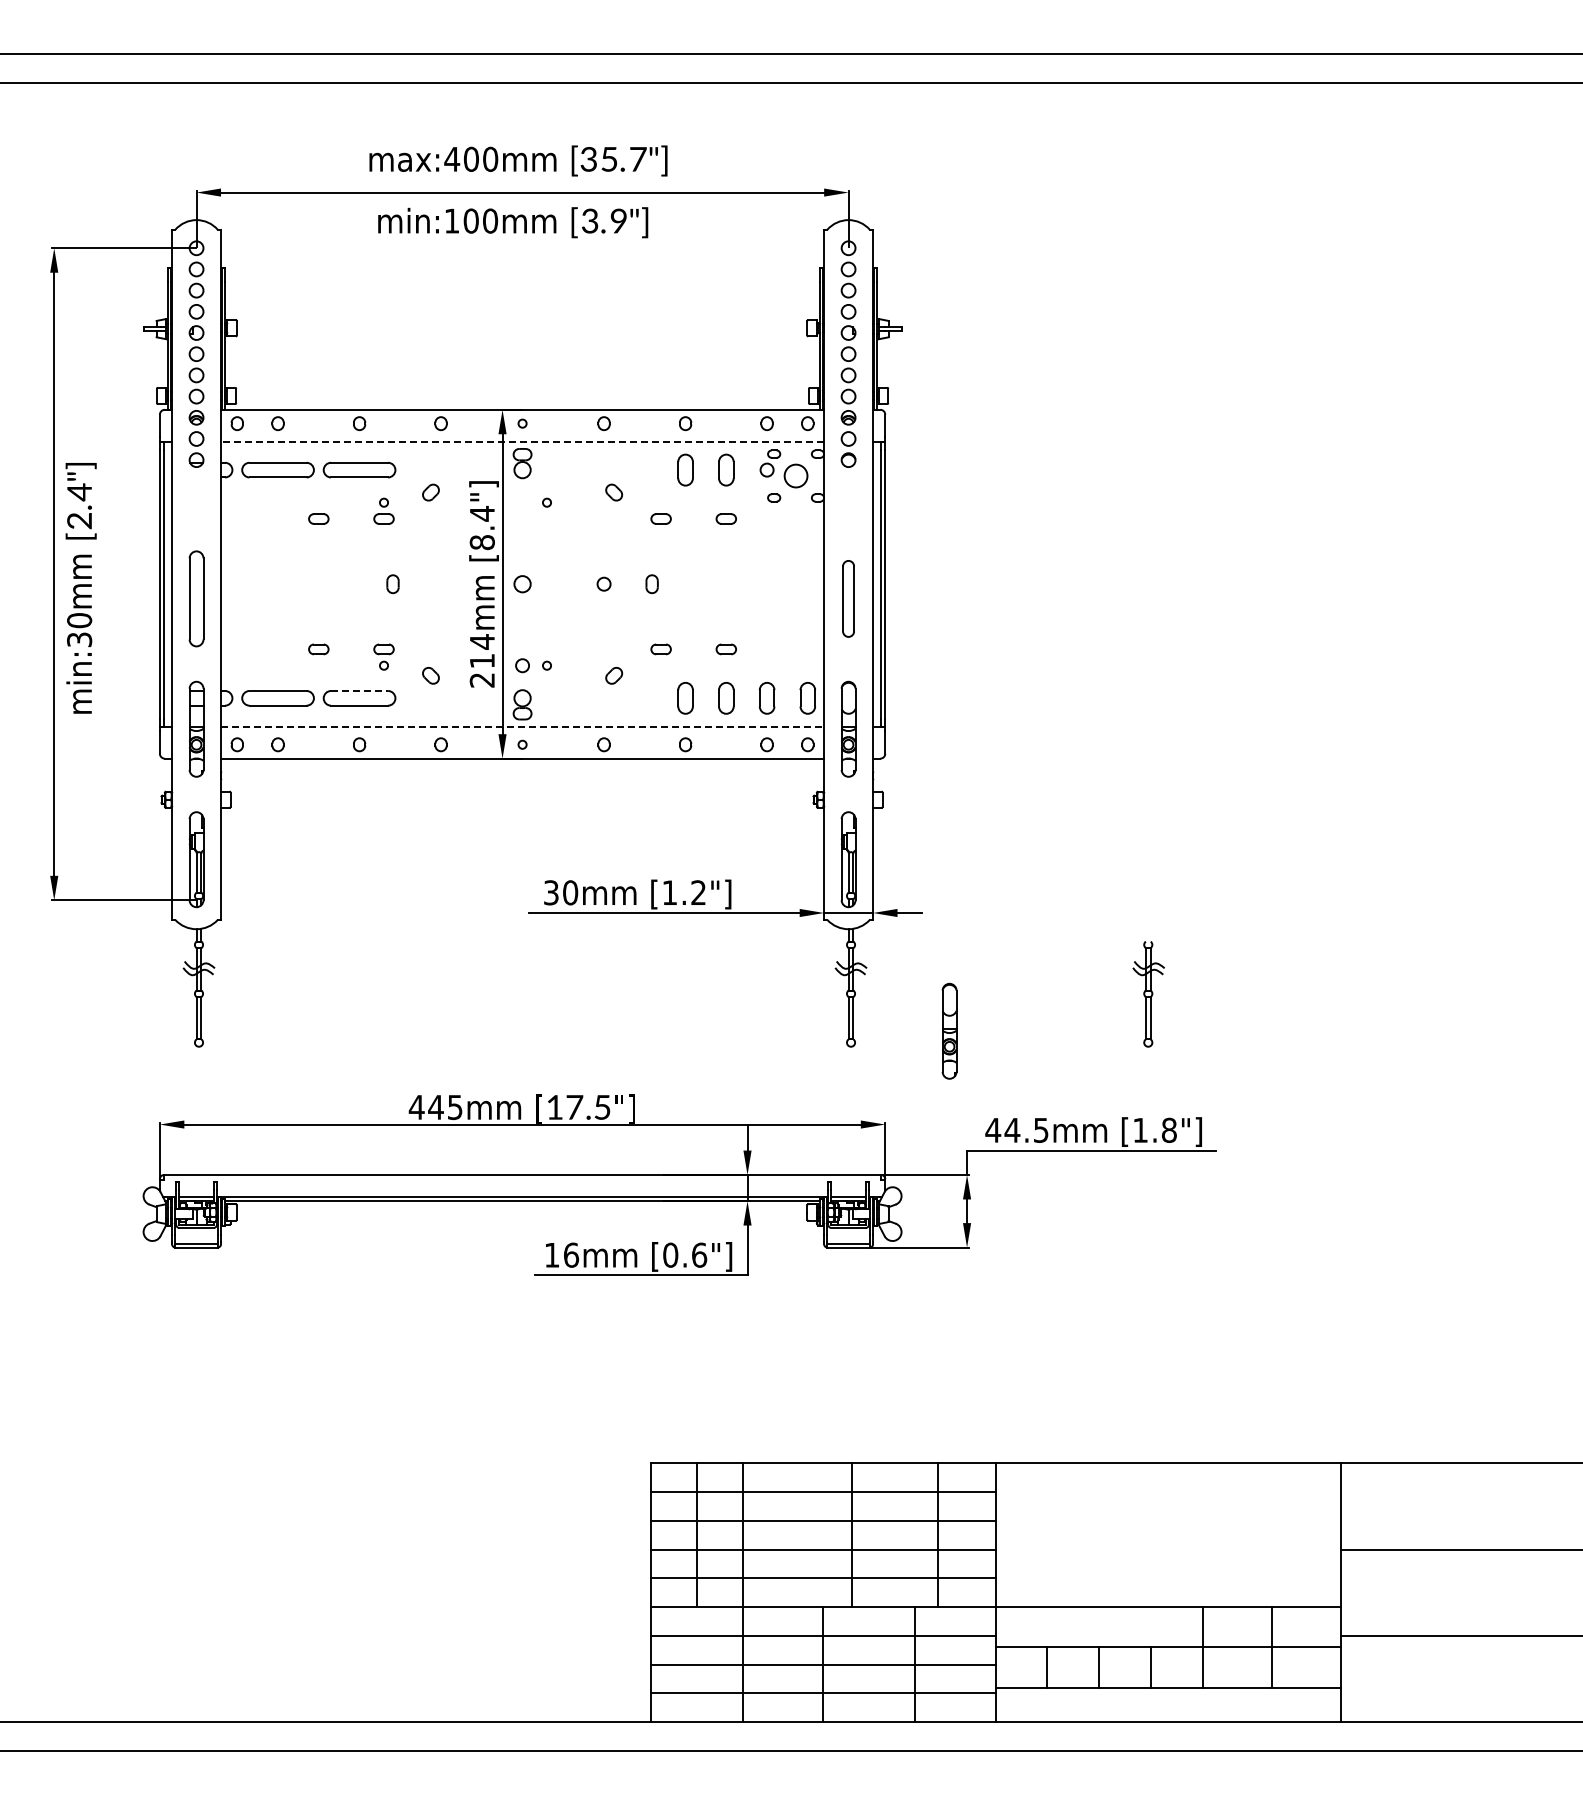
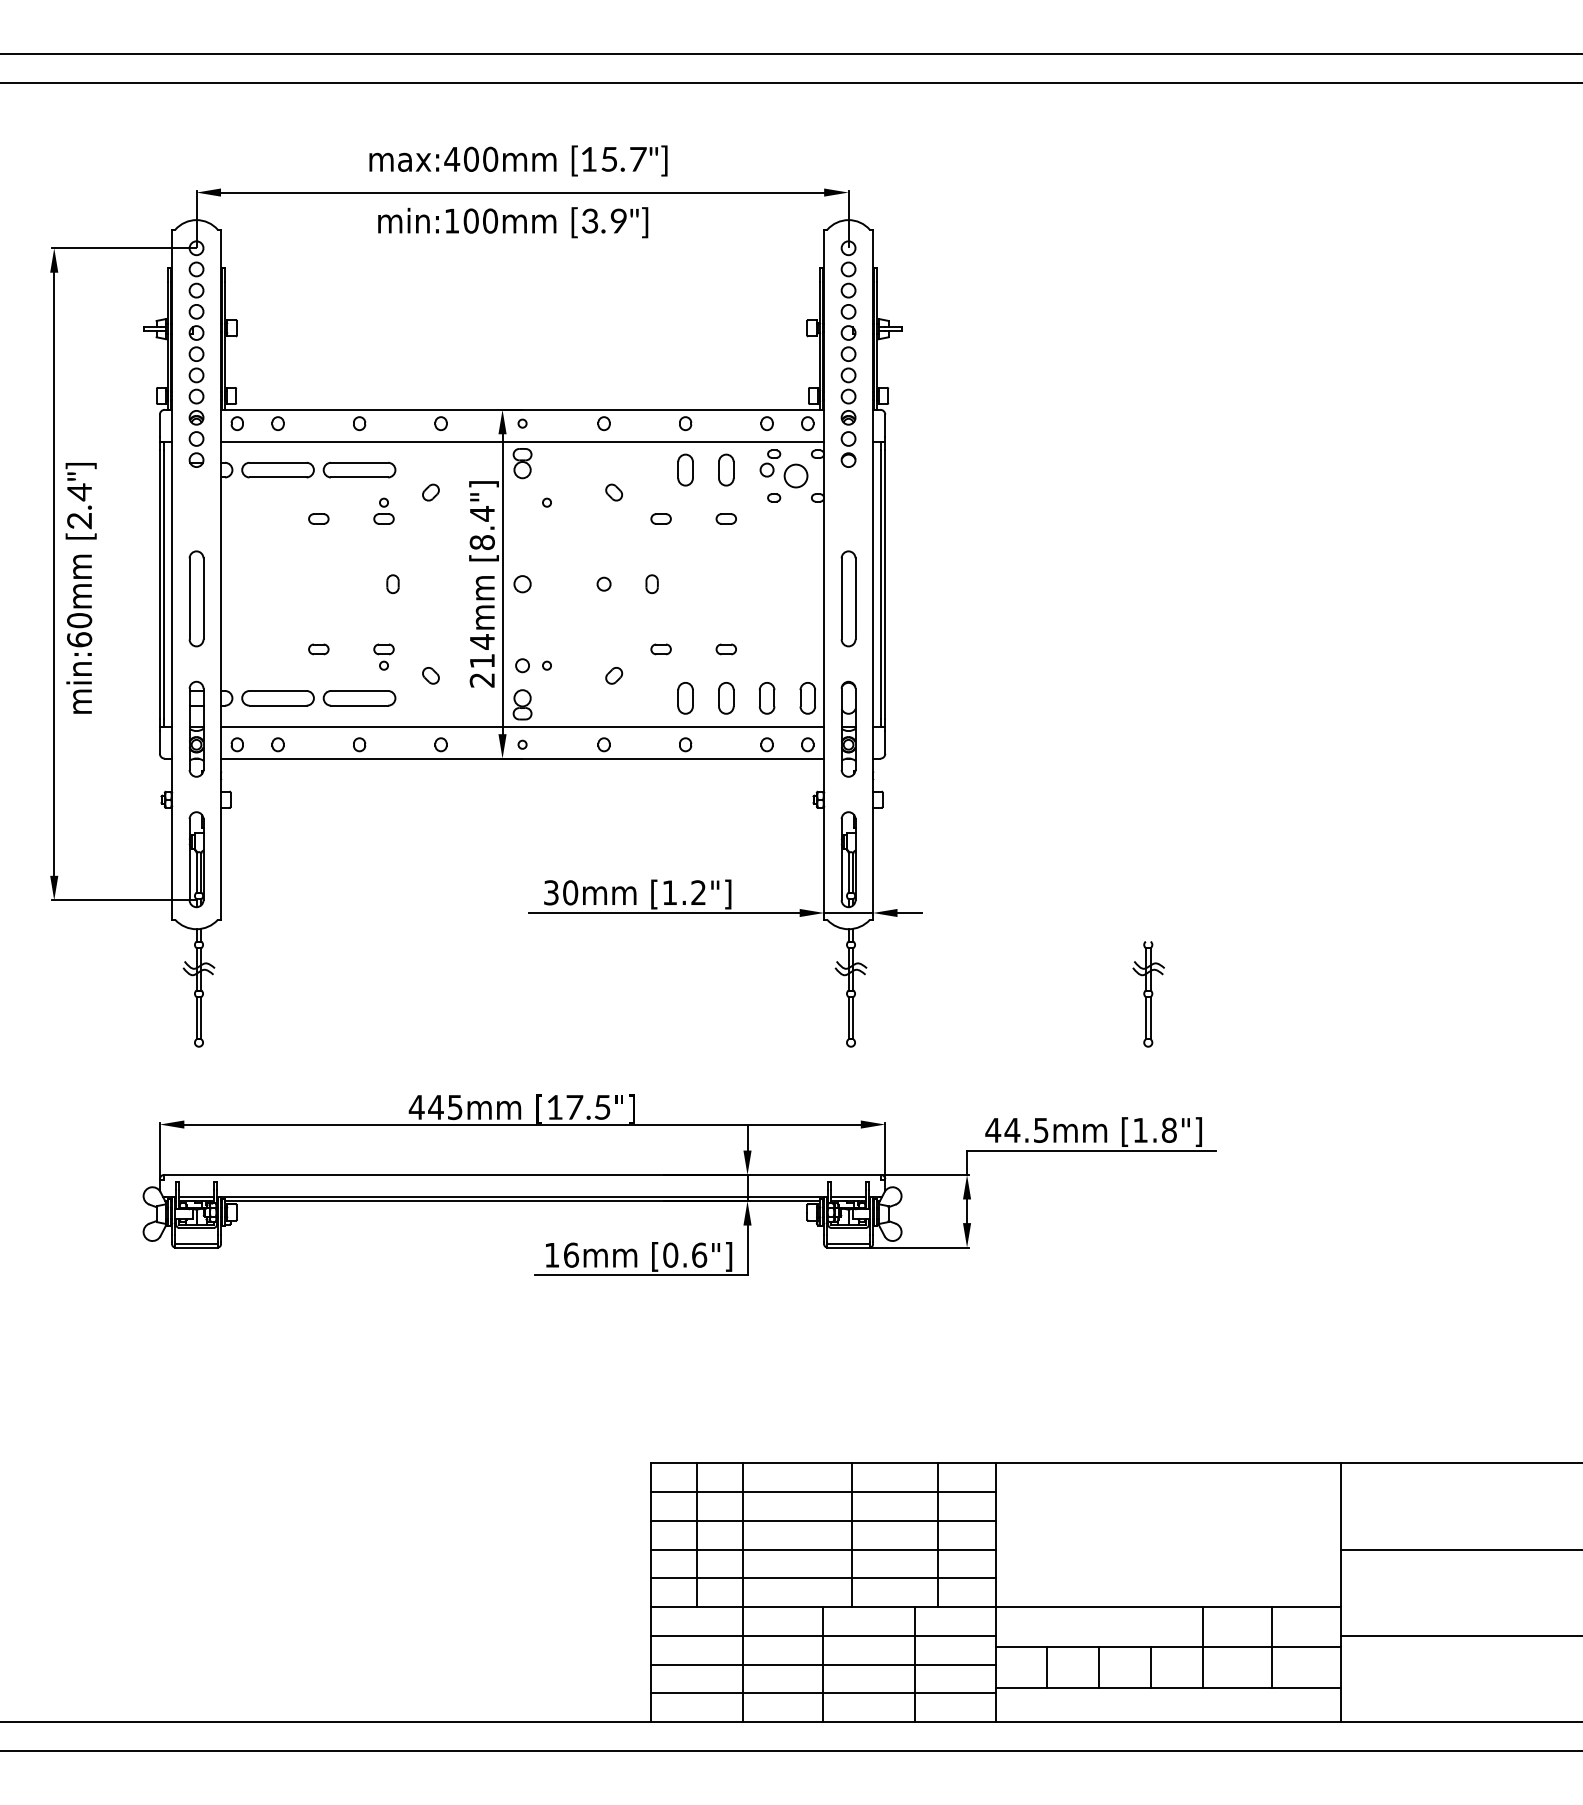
text at (588, 159): [3 -> [1
line at (522, 441): dashed -> solid
part at (848, 598) size: 13x78 px -> 17x98 px
text at (79, 639): min:30mm -> min:60mm
line at (359, 691): dashed -> solid
line at (522, 726): dashed -> solid
part at (949, 1030): present -> none
